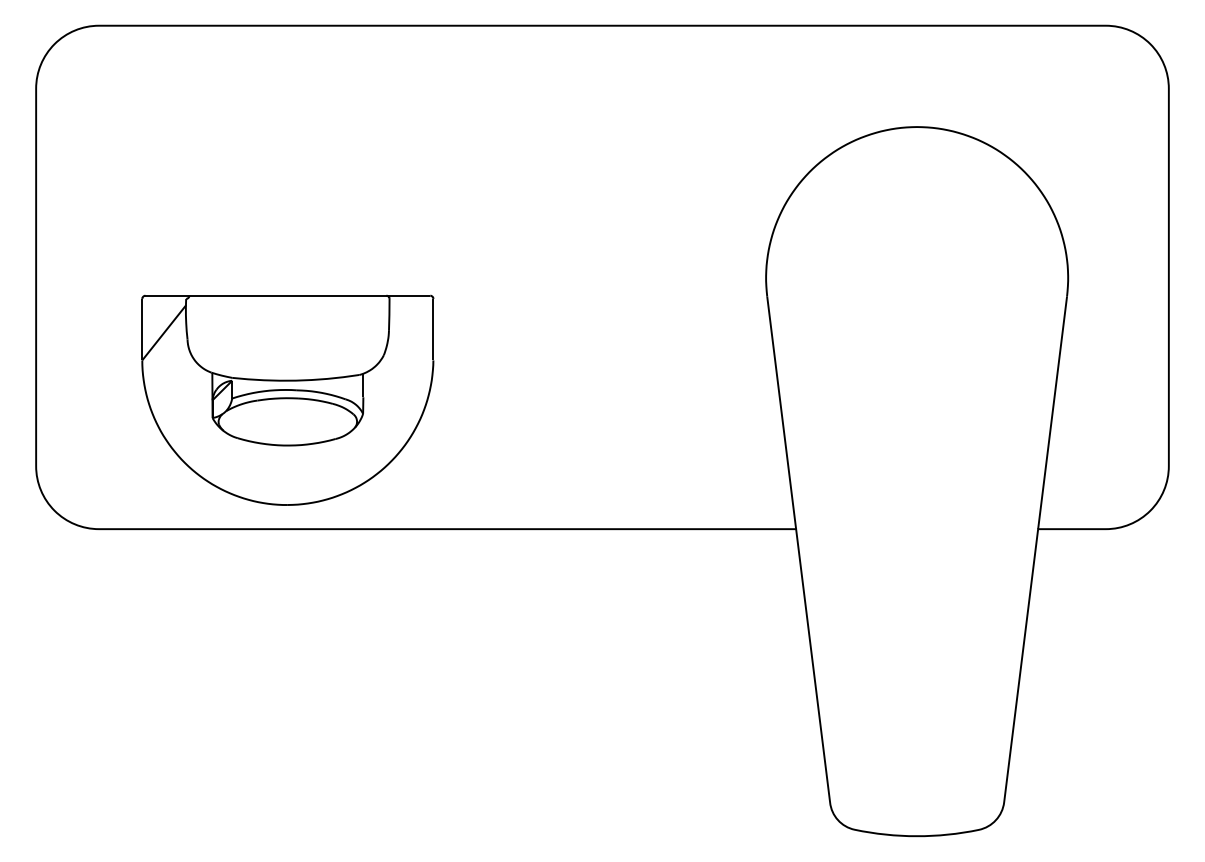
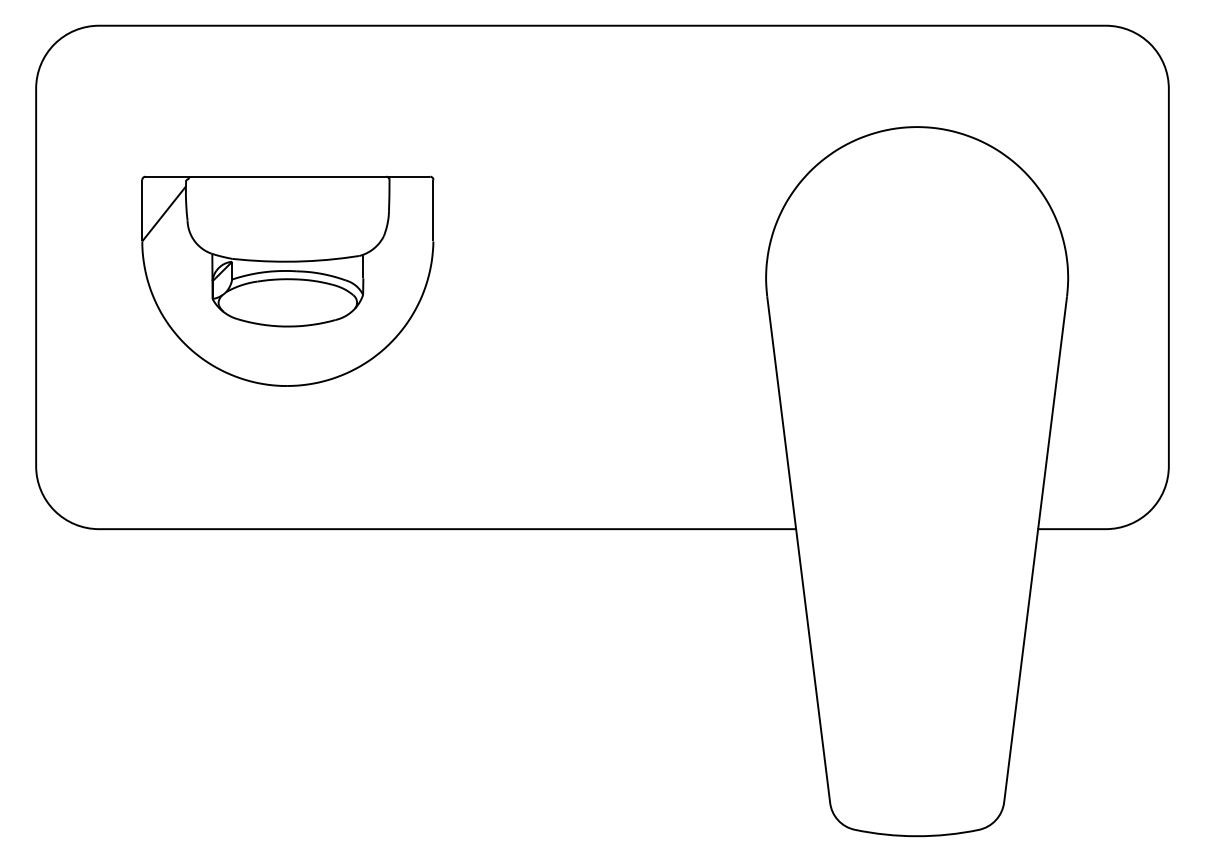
part at (287, 399) position: (287, 399) -> (287, 280)
